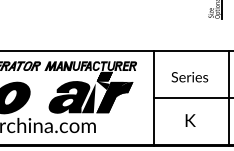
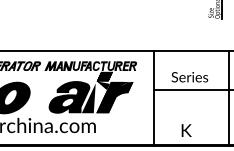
line at (191, 98) position: (191, 98) -> (191, 90)
text at (190, 120) position: (190, 120) -> (186, 130)
